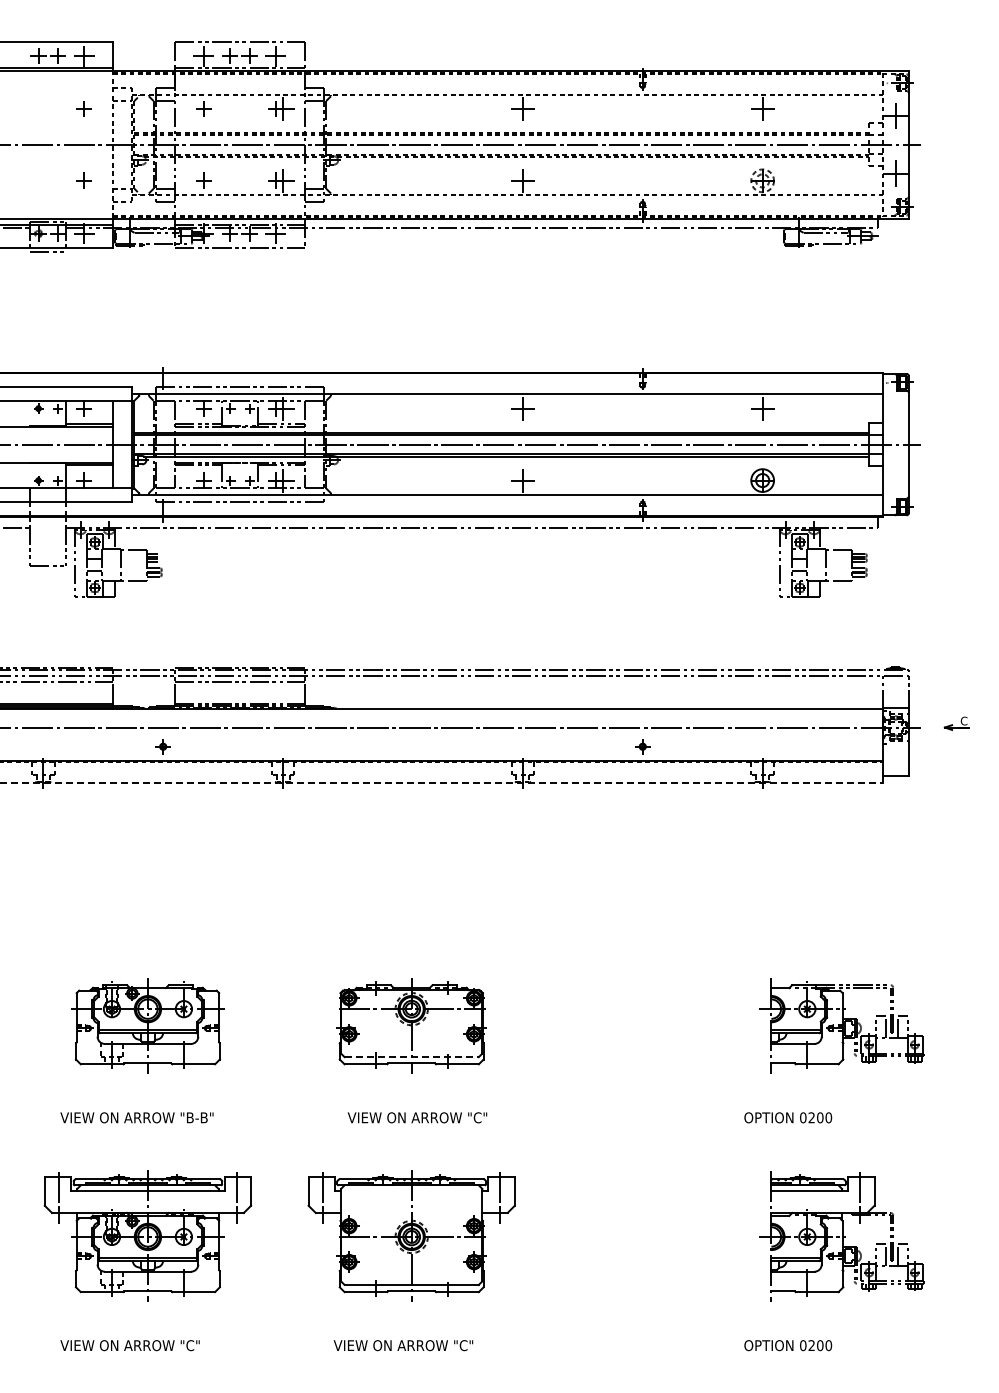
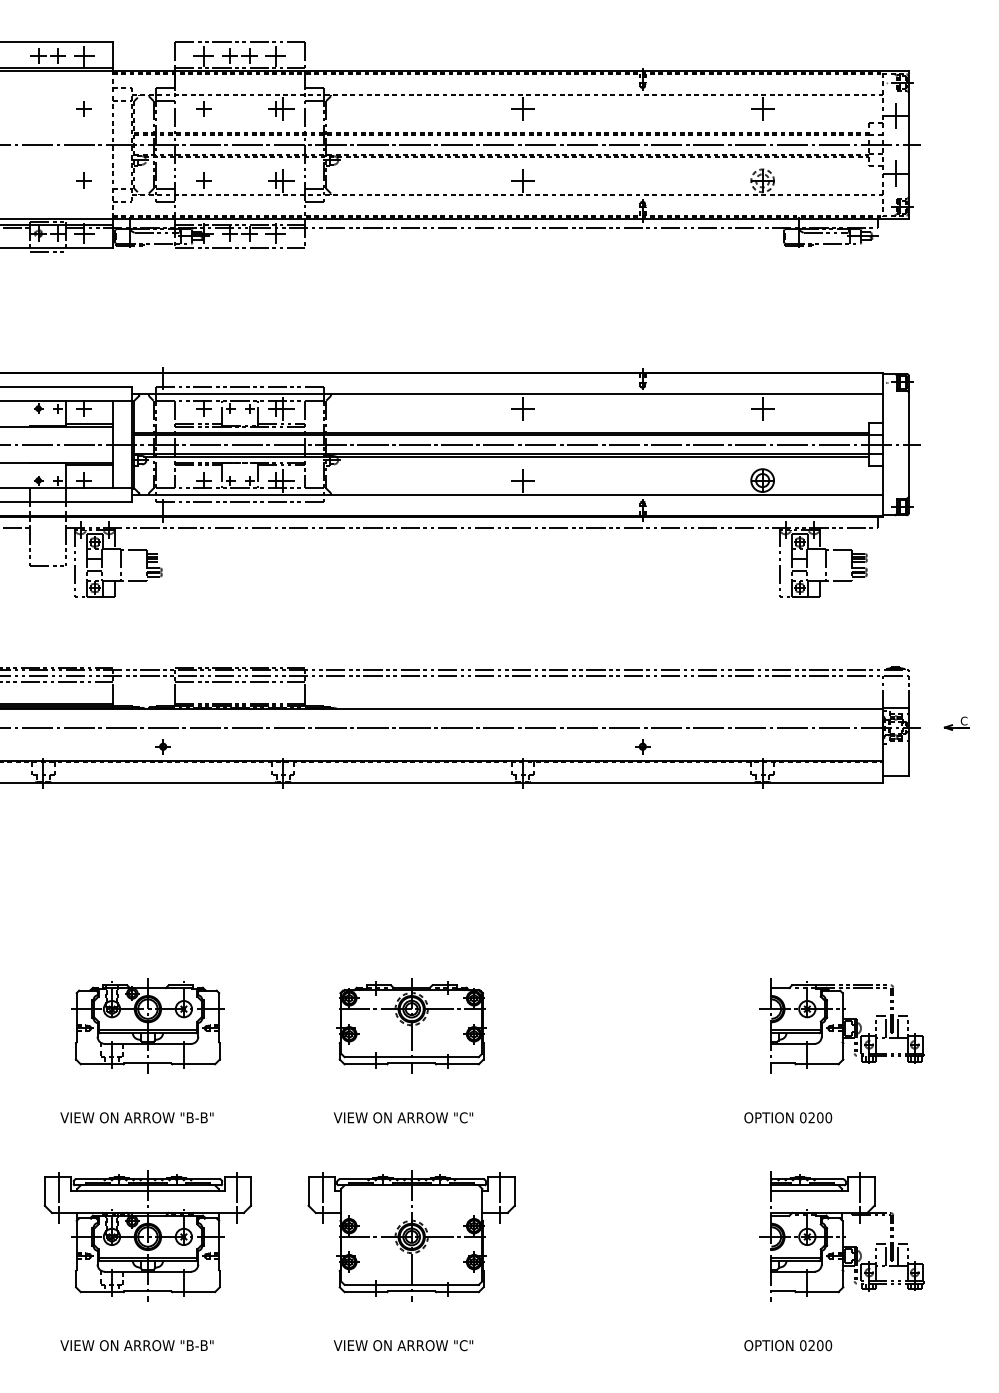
line at (441, 782): dashed -> solid
line at (412, 1057): dashed -> solid
text at (417, 1117) position: (417, 1117) -> (403, 1117)
text at (199, 1345): VIEW ON ARROW "C" -> VIEW ON ARROW "B-B"
